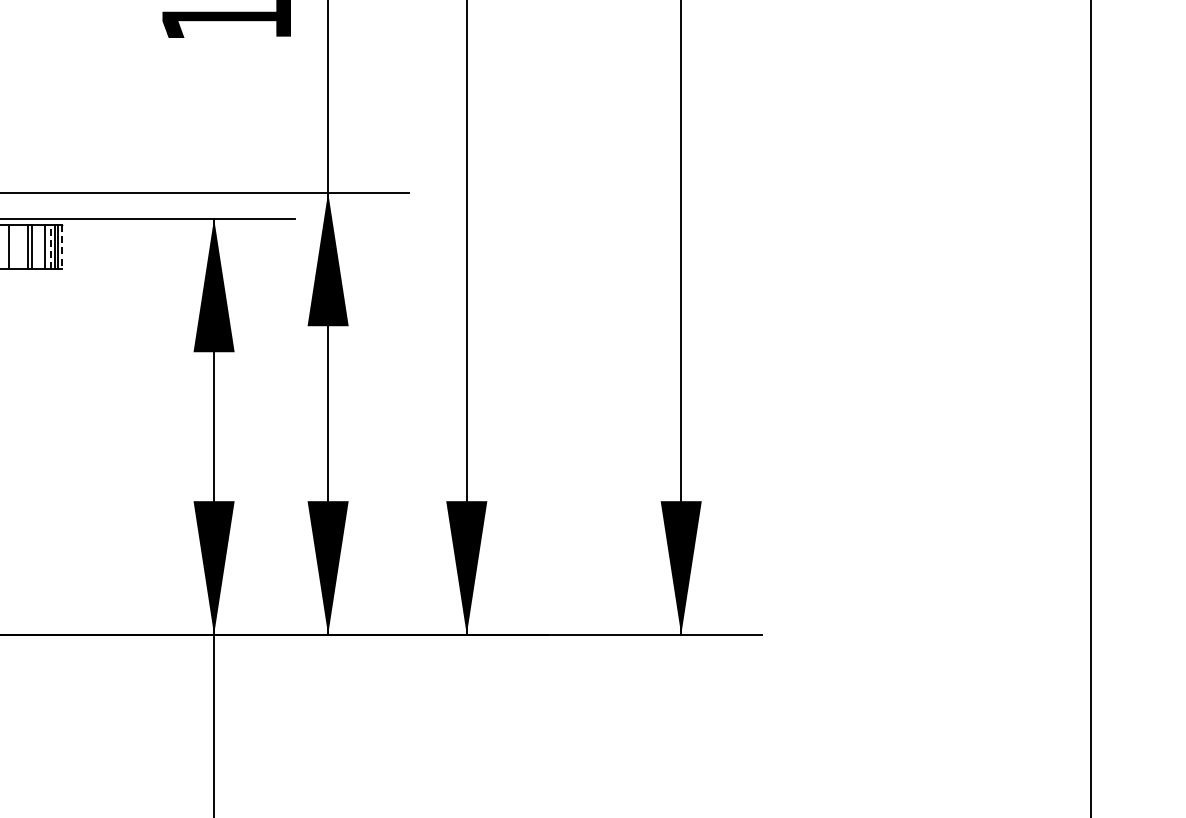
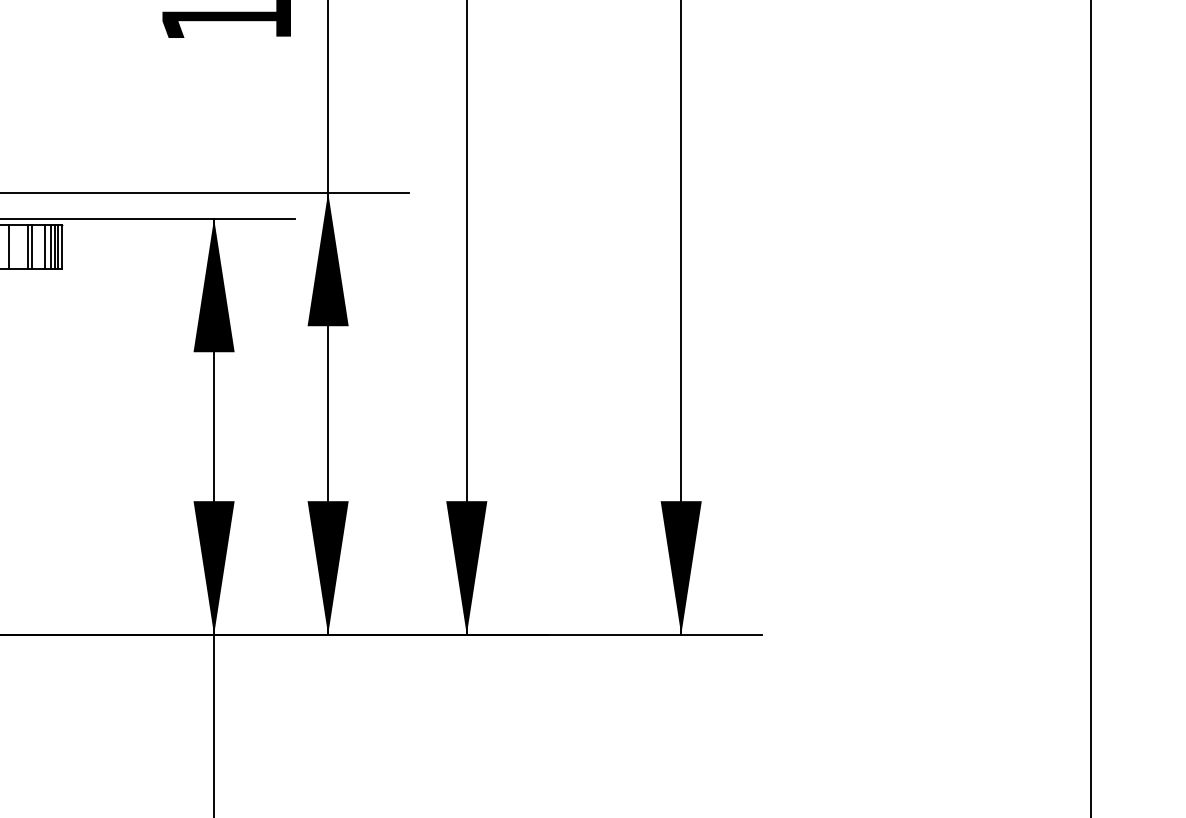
line at (50, 247): dashed -> solid
line at (62, 247): dashed -> solid
